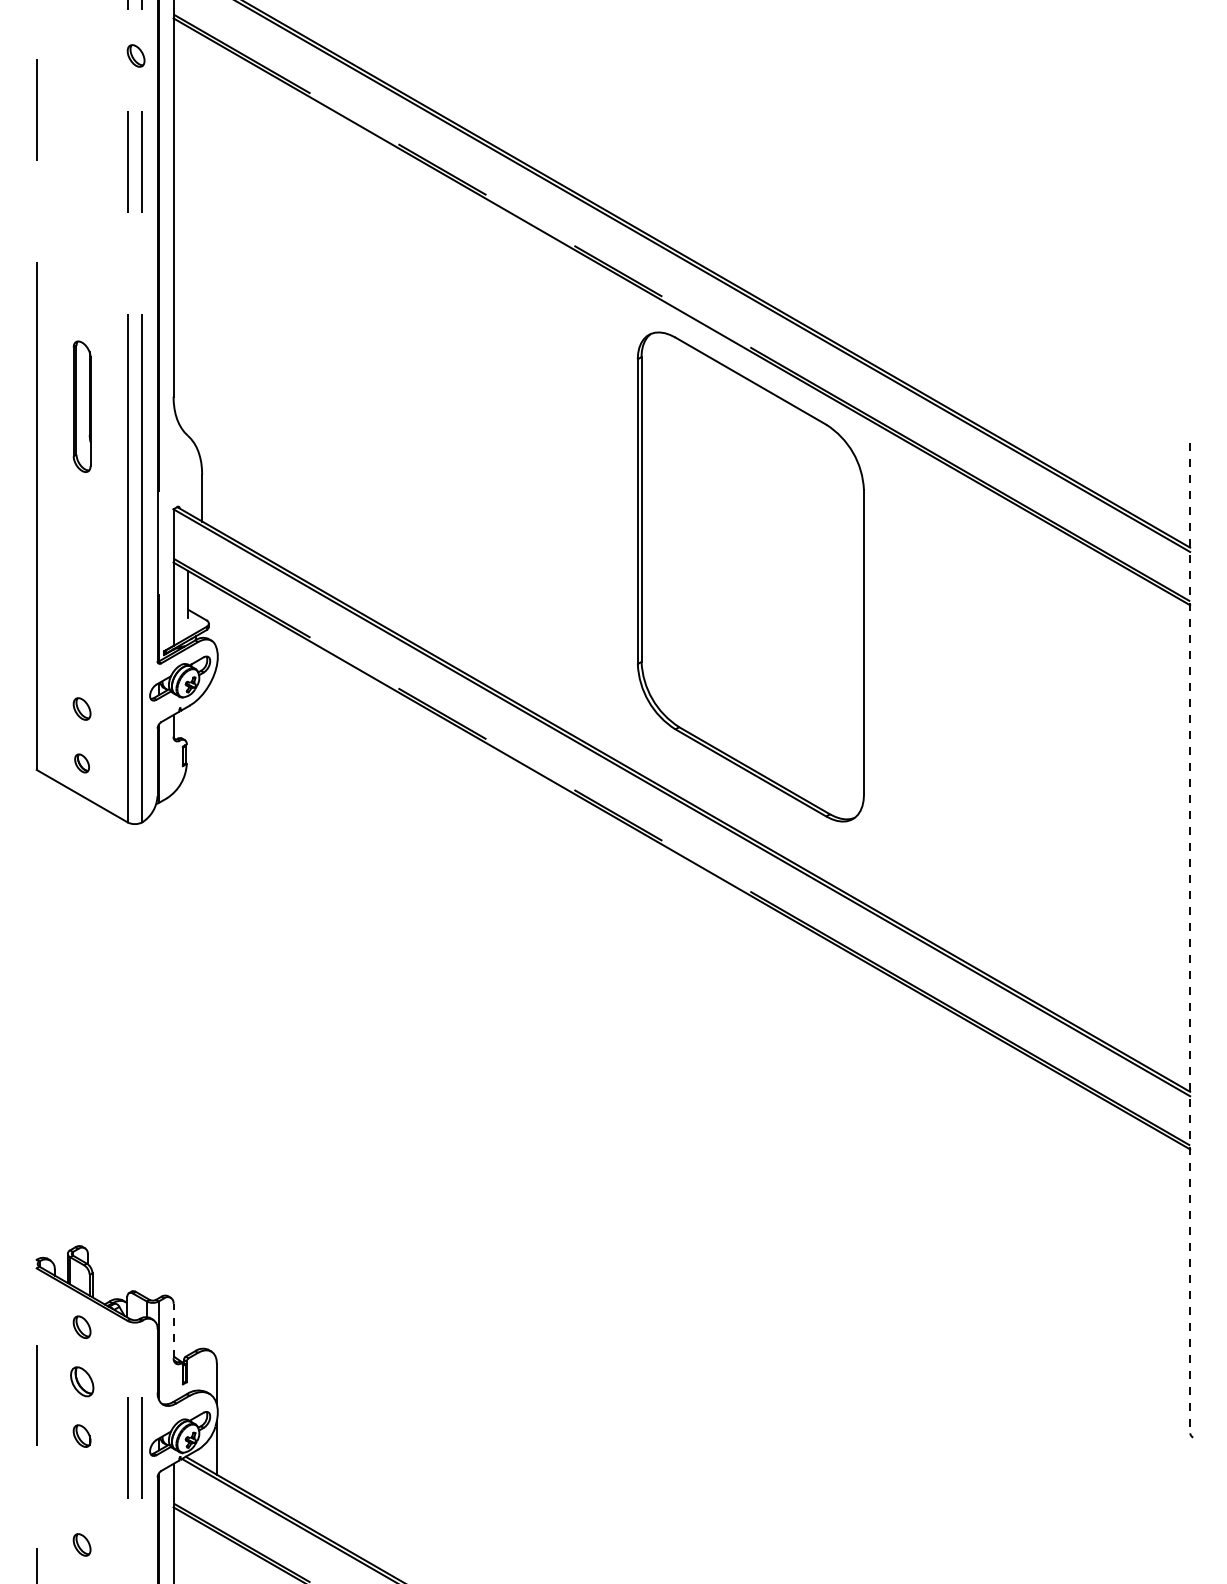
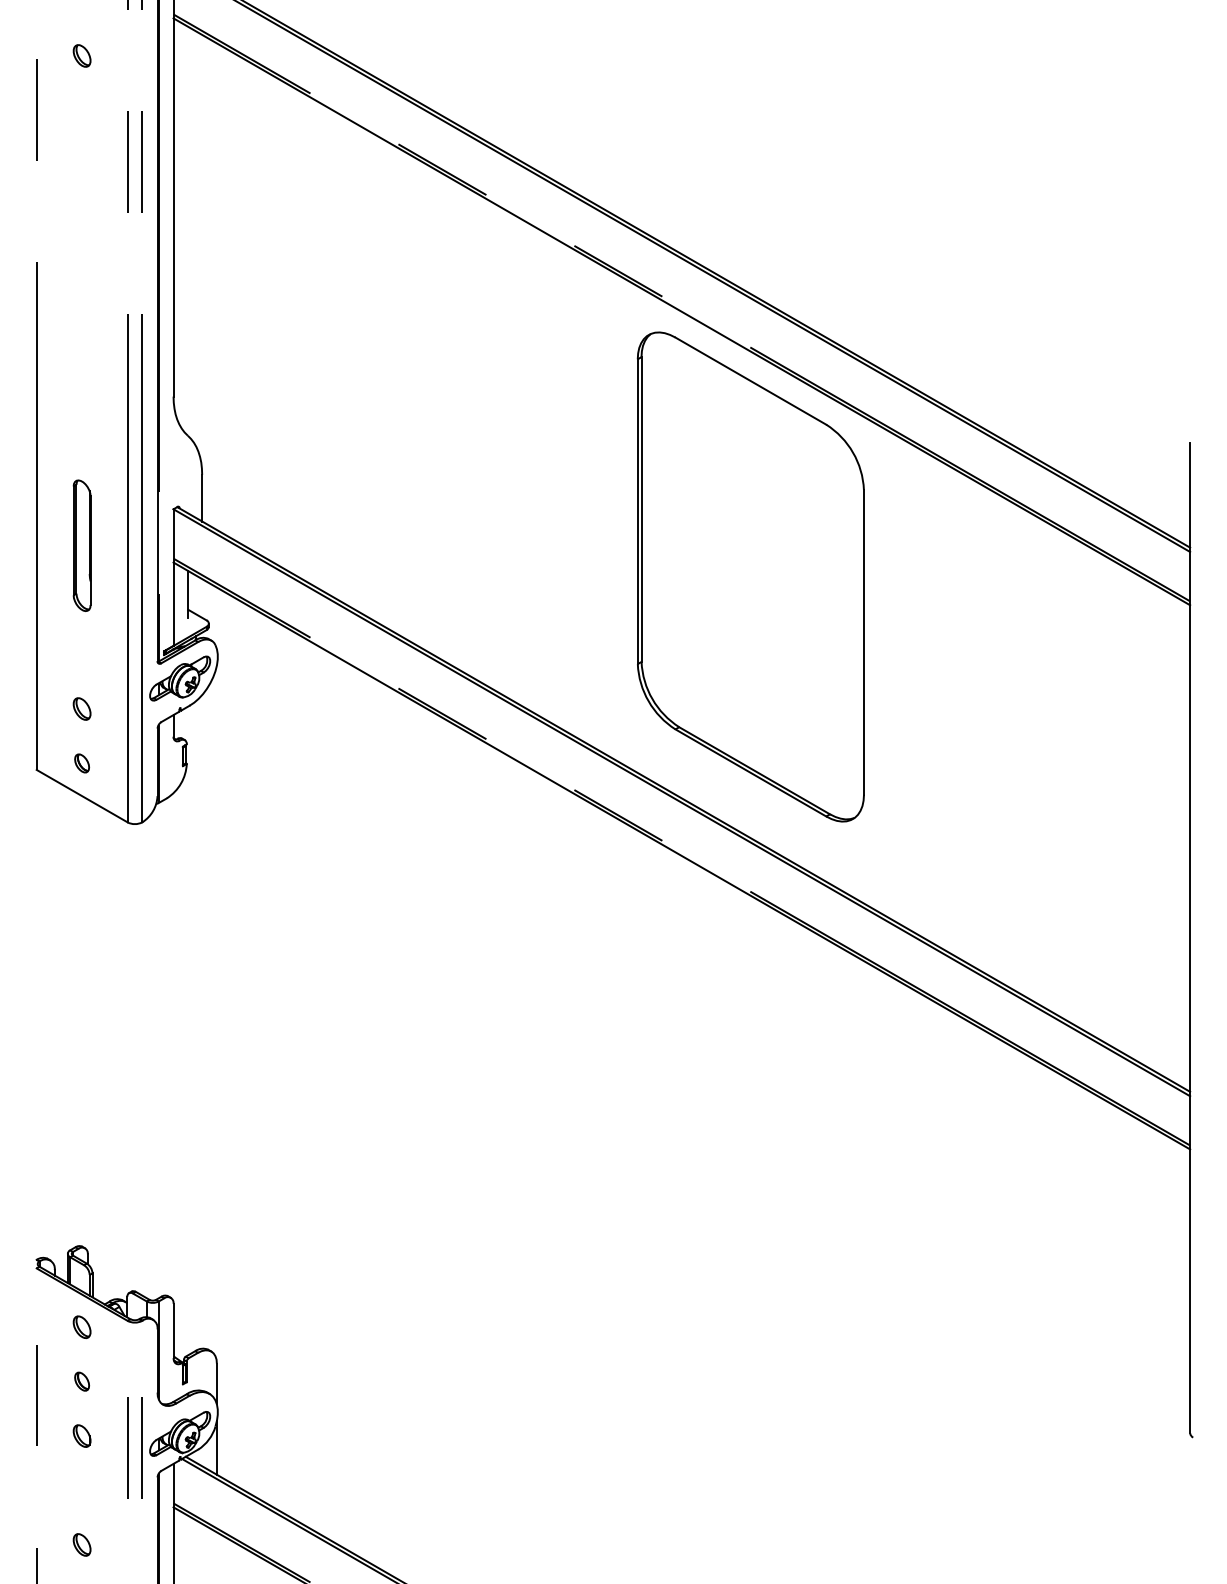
part at (135, 55) position: (135, 55) -> (81, 55)
part at (81, 406) position: (81, 406) -> (81, 545)
line at (1190, 938): dashed -> solid
line at (173, 1330): dashed -> solid
part at (82, 1381) size: 25x32 px -> 16x21 px
